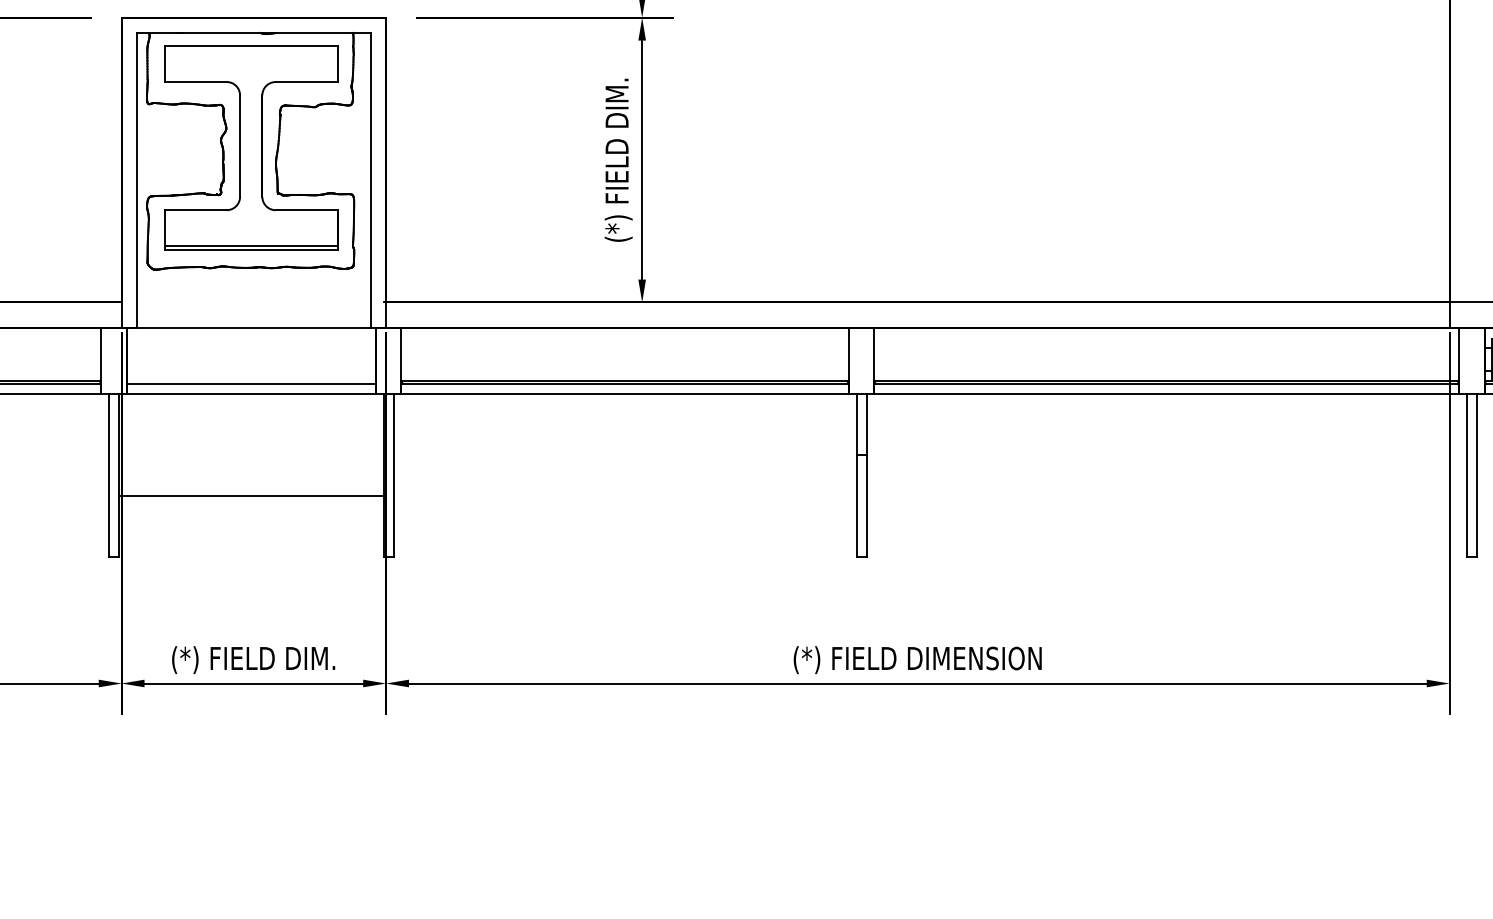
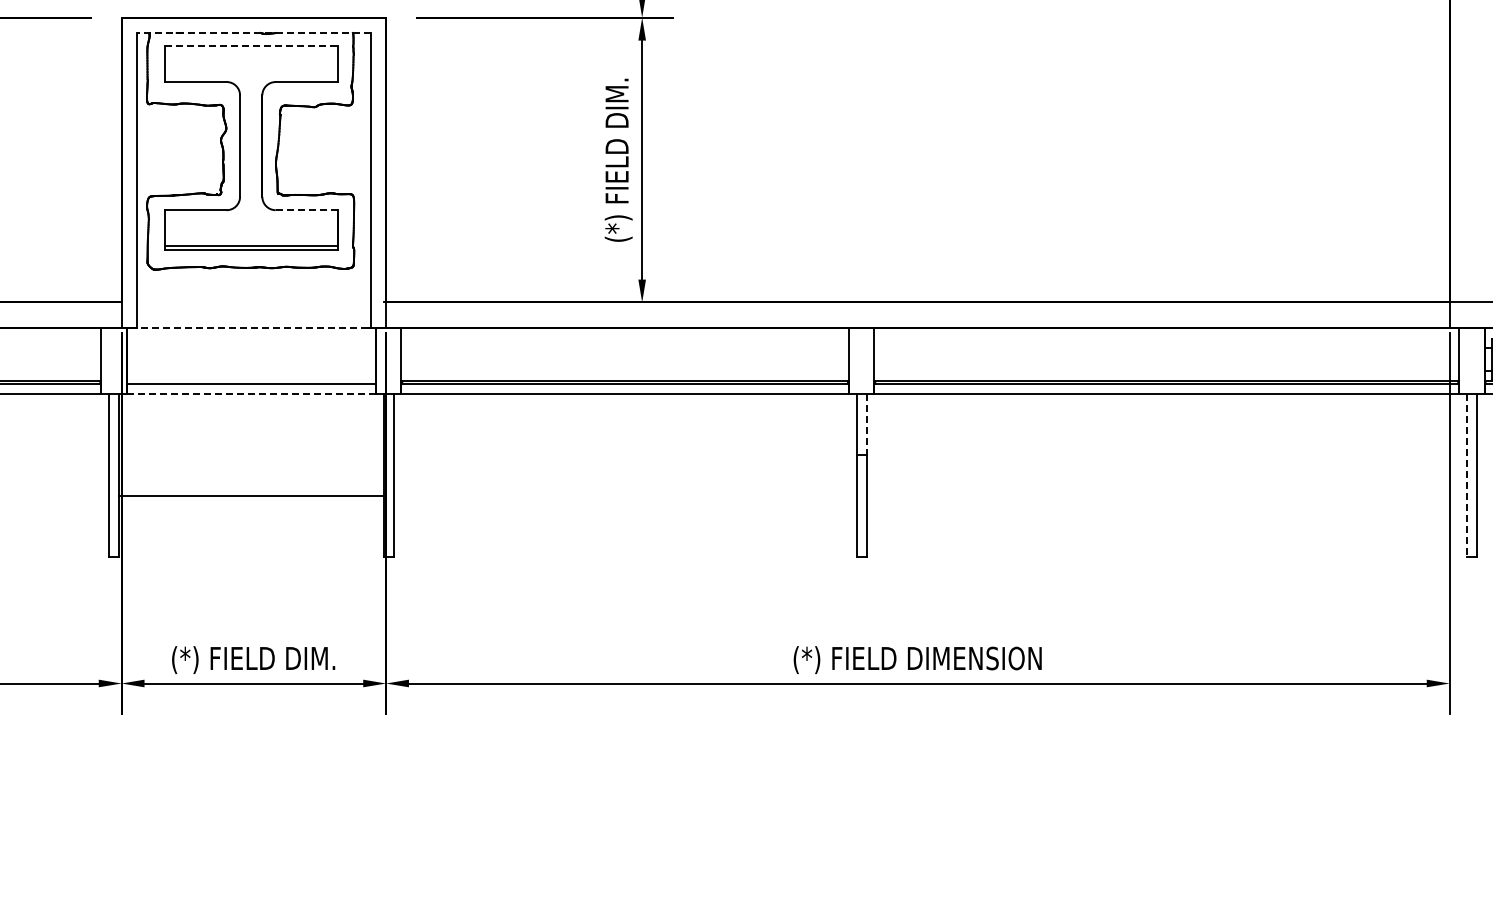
line at (253, 32): solid -> dashed
line at (251, 46): solid -> dashed
line at (306, 210): solid -> dashed
line at (251, 327): solid -> dashed
line at (251, 394): solid -> dashed
line at (866, 424): solid -> dashed
line at (1466, 475): solid -> dashed
